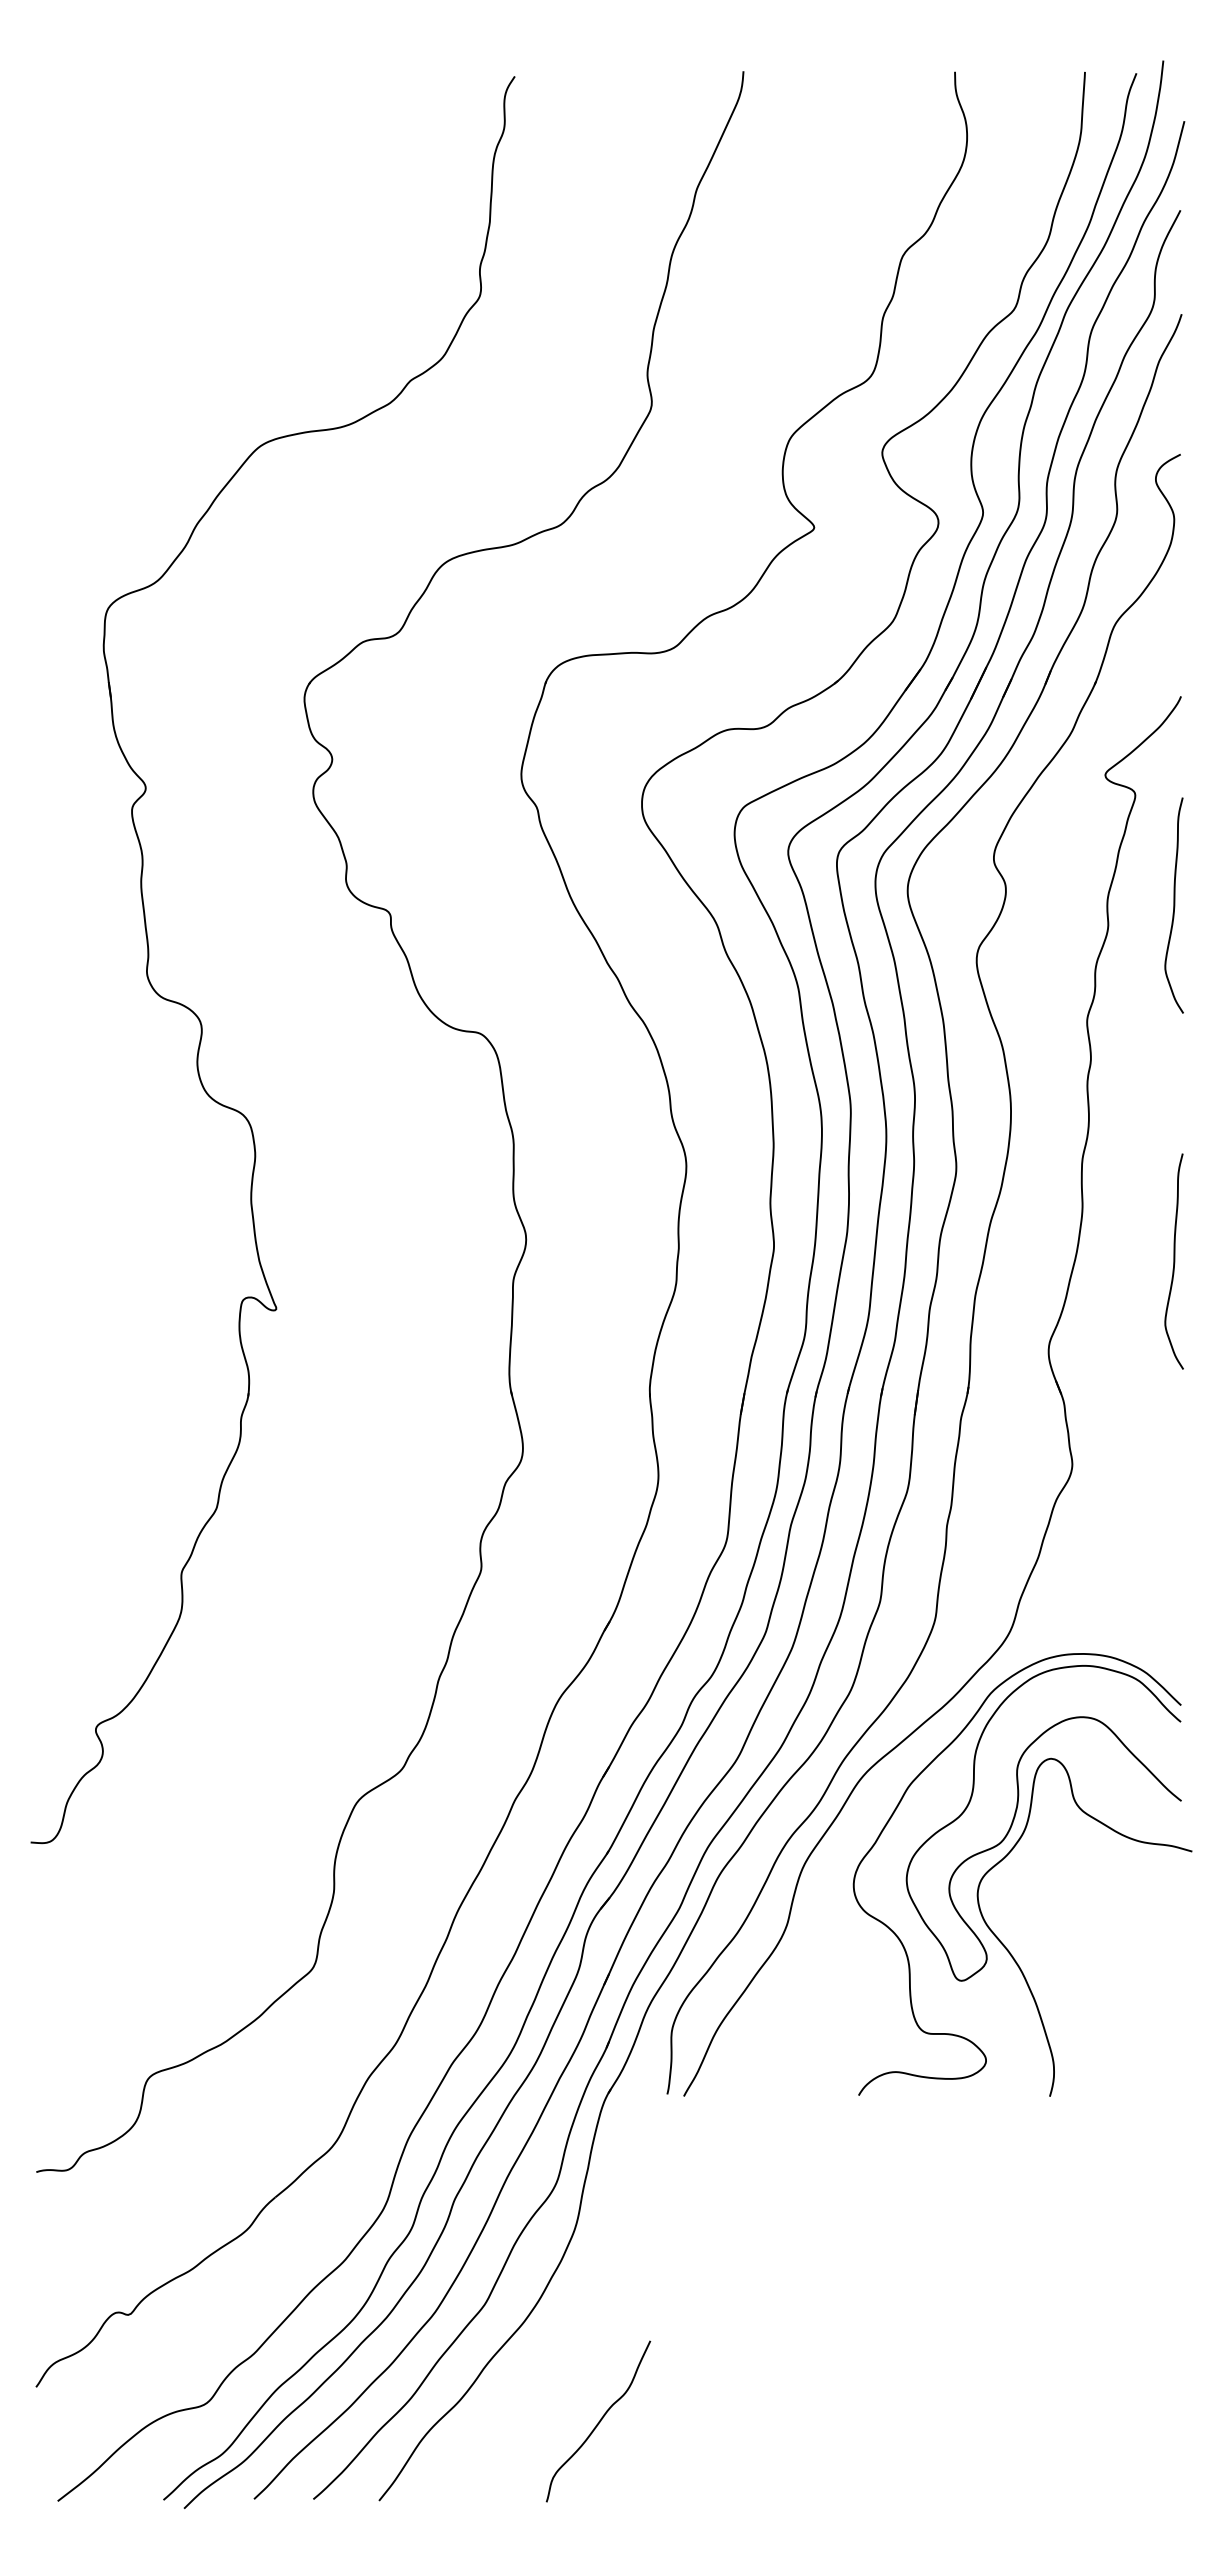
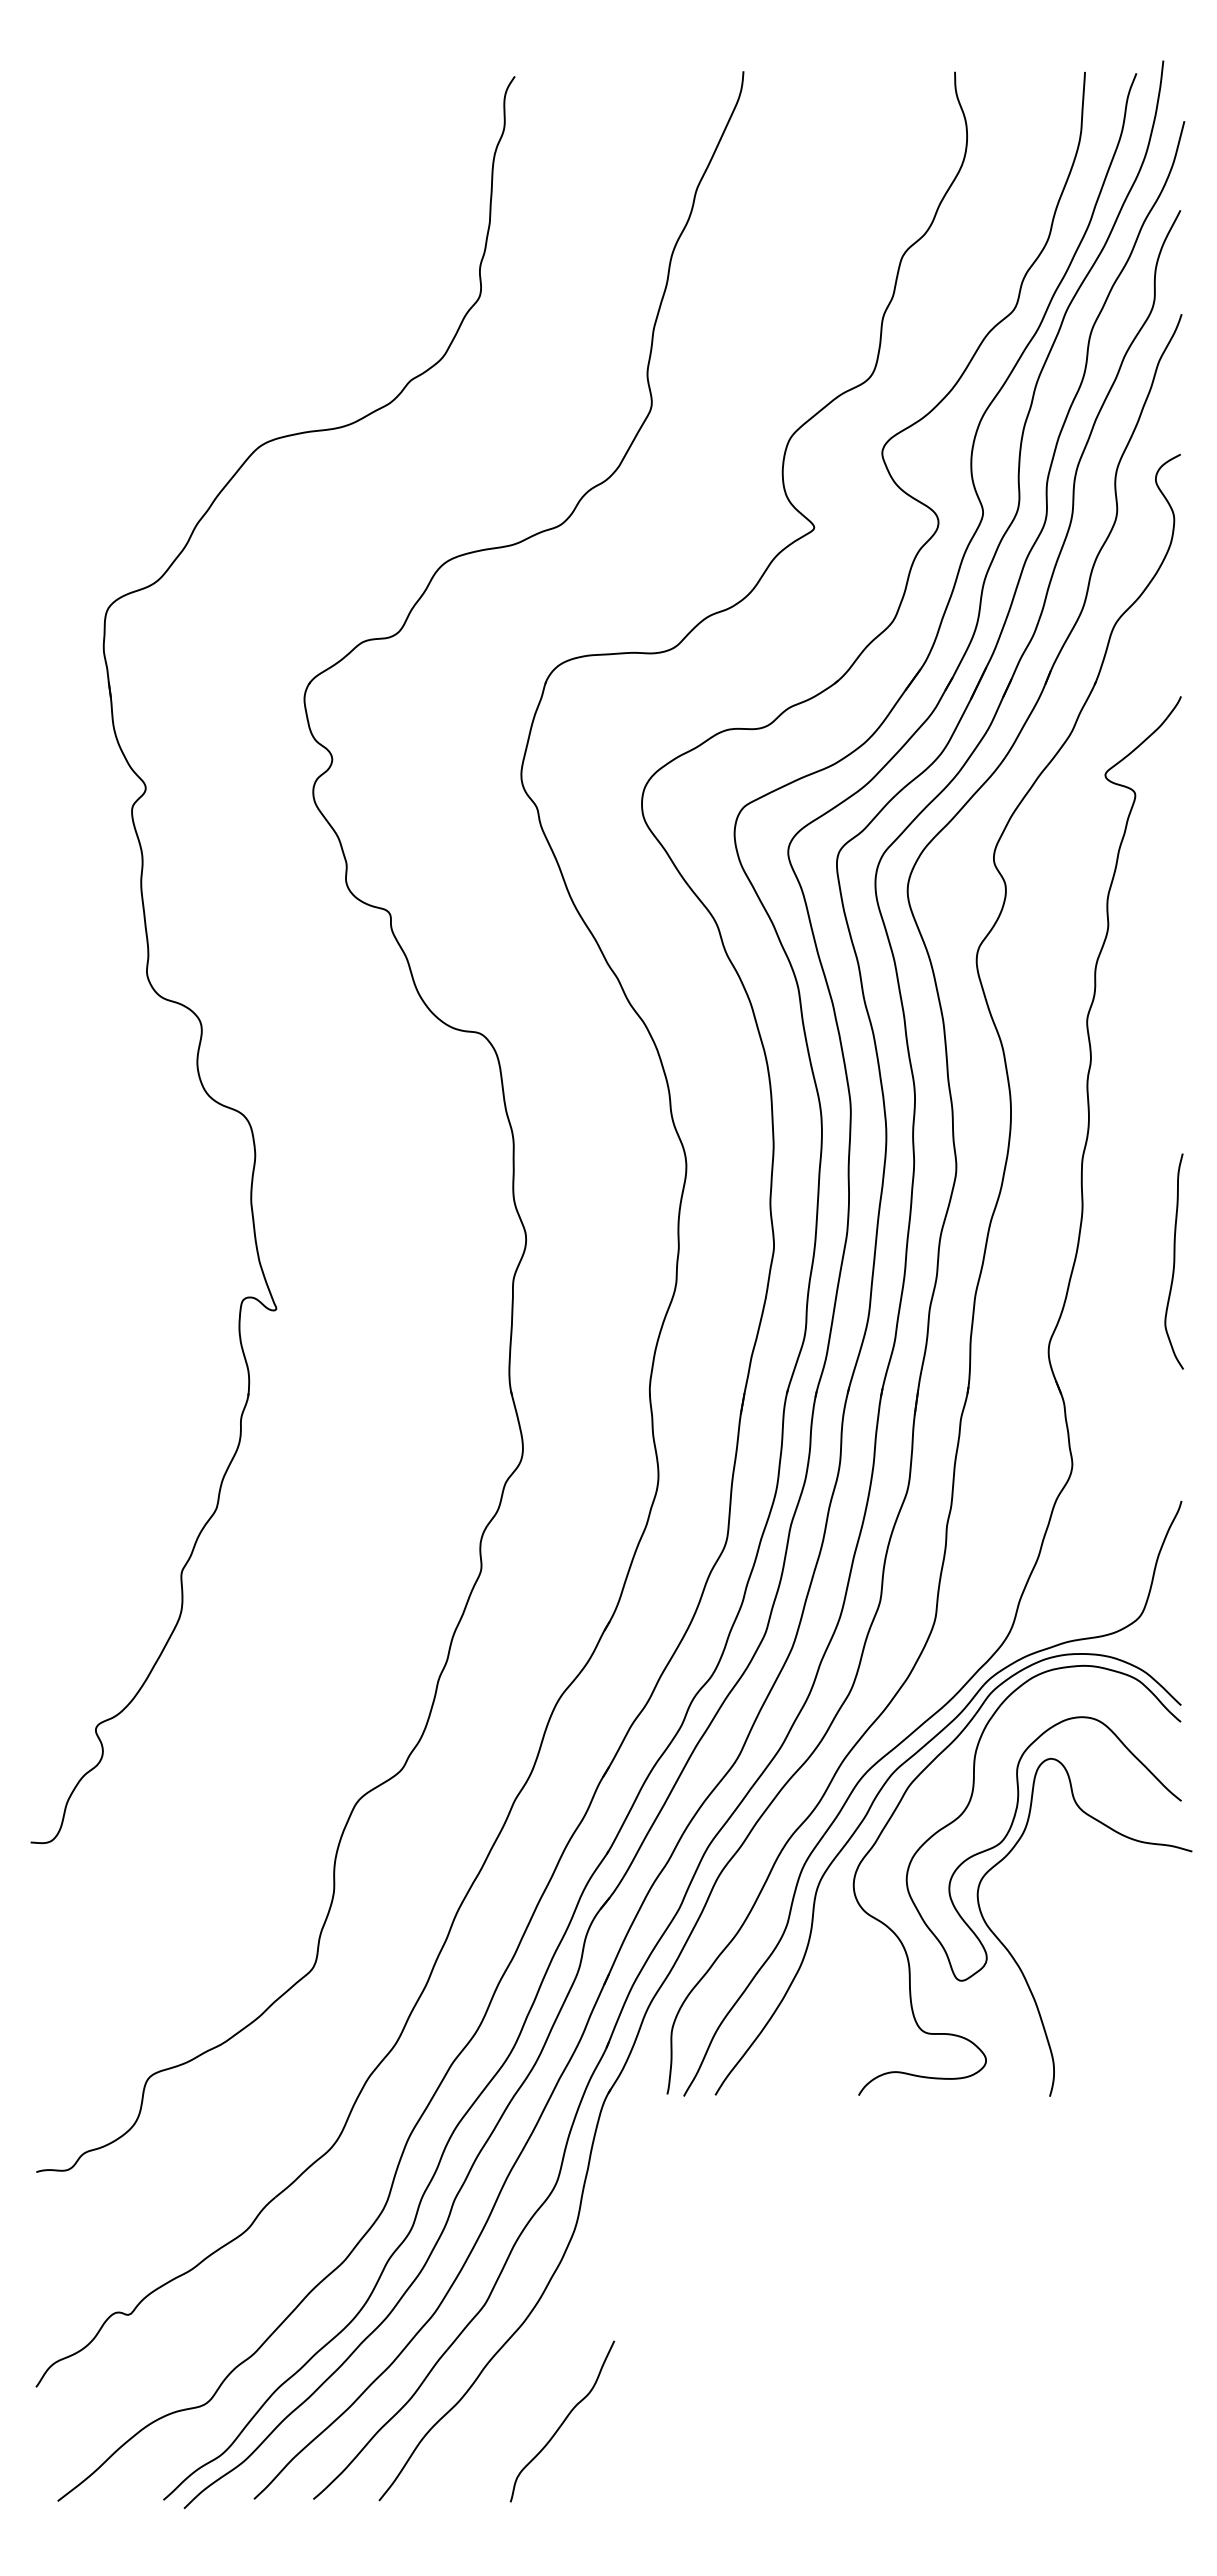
curve at (1173, 905): present -> none
curve at (916, 1754): none -> present
curve at (598, 2421) position: (598, 2421) -> (562, 2421)
